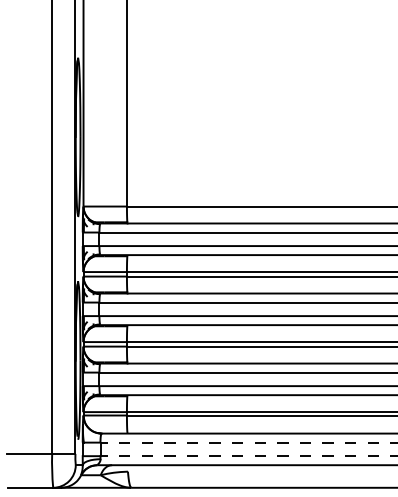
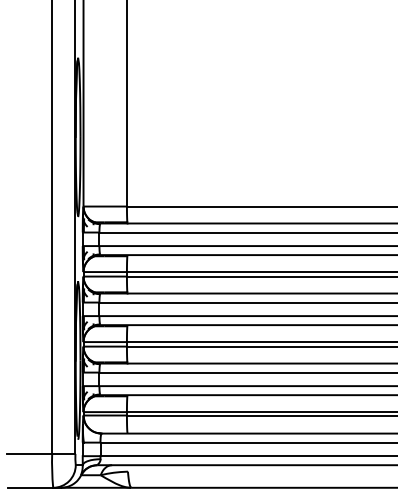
line at (248, 442): dashed -> solid
line at (248, 456): dashed -> solid
